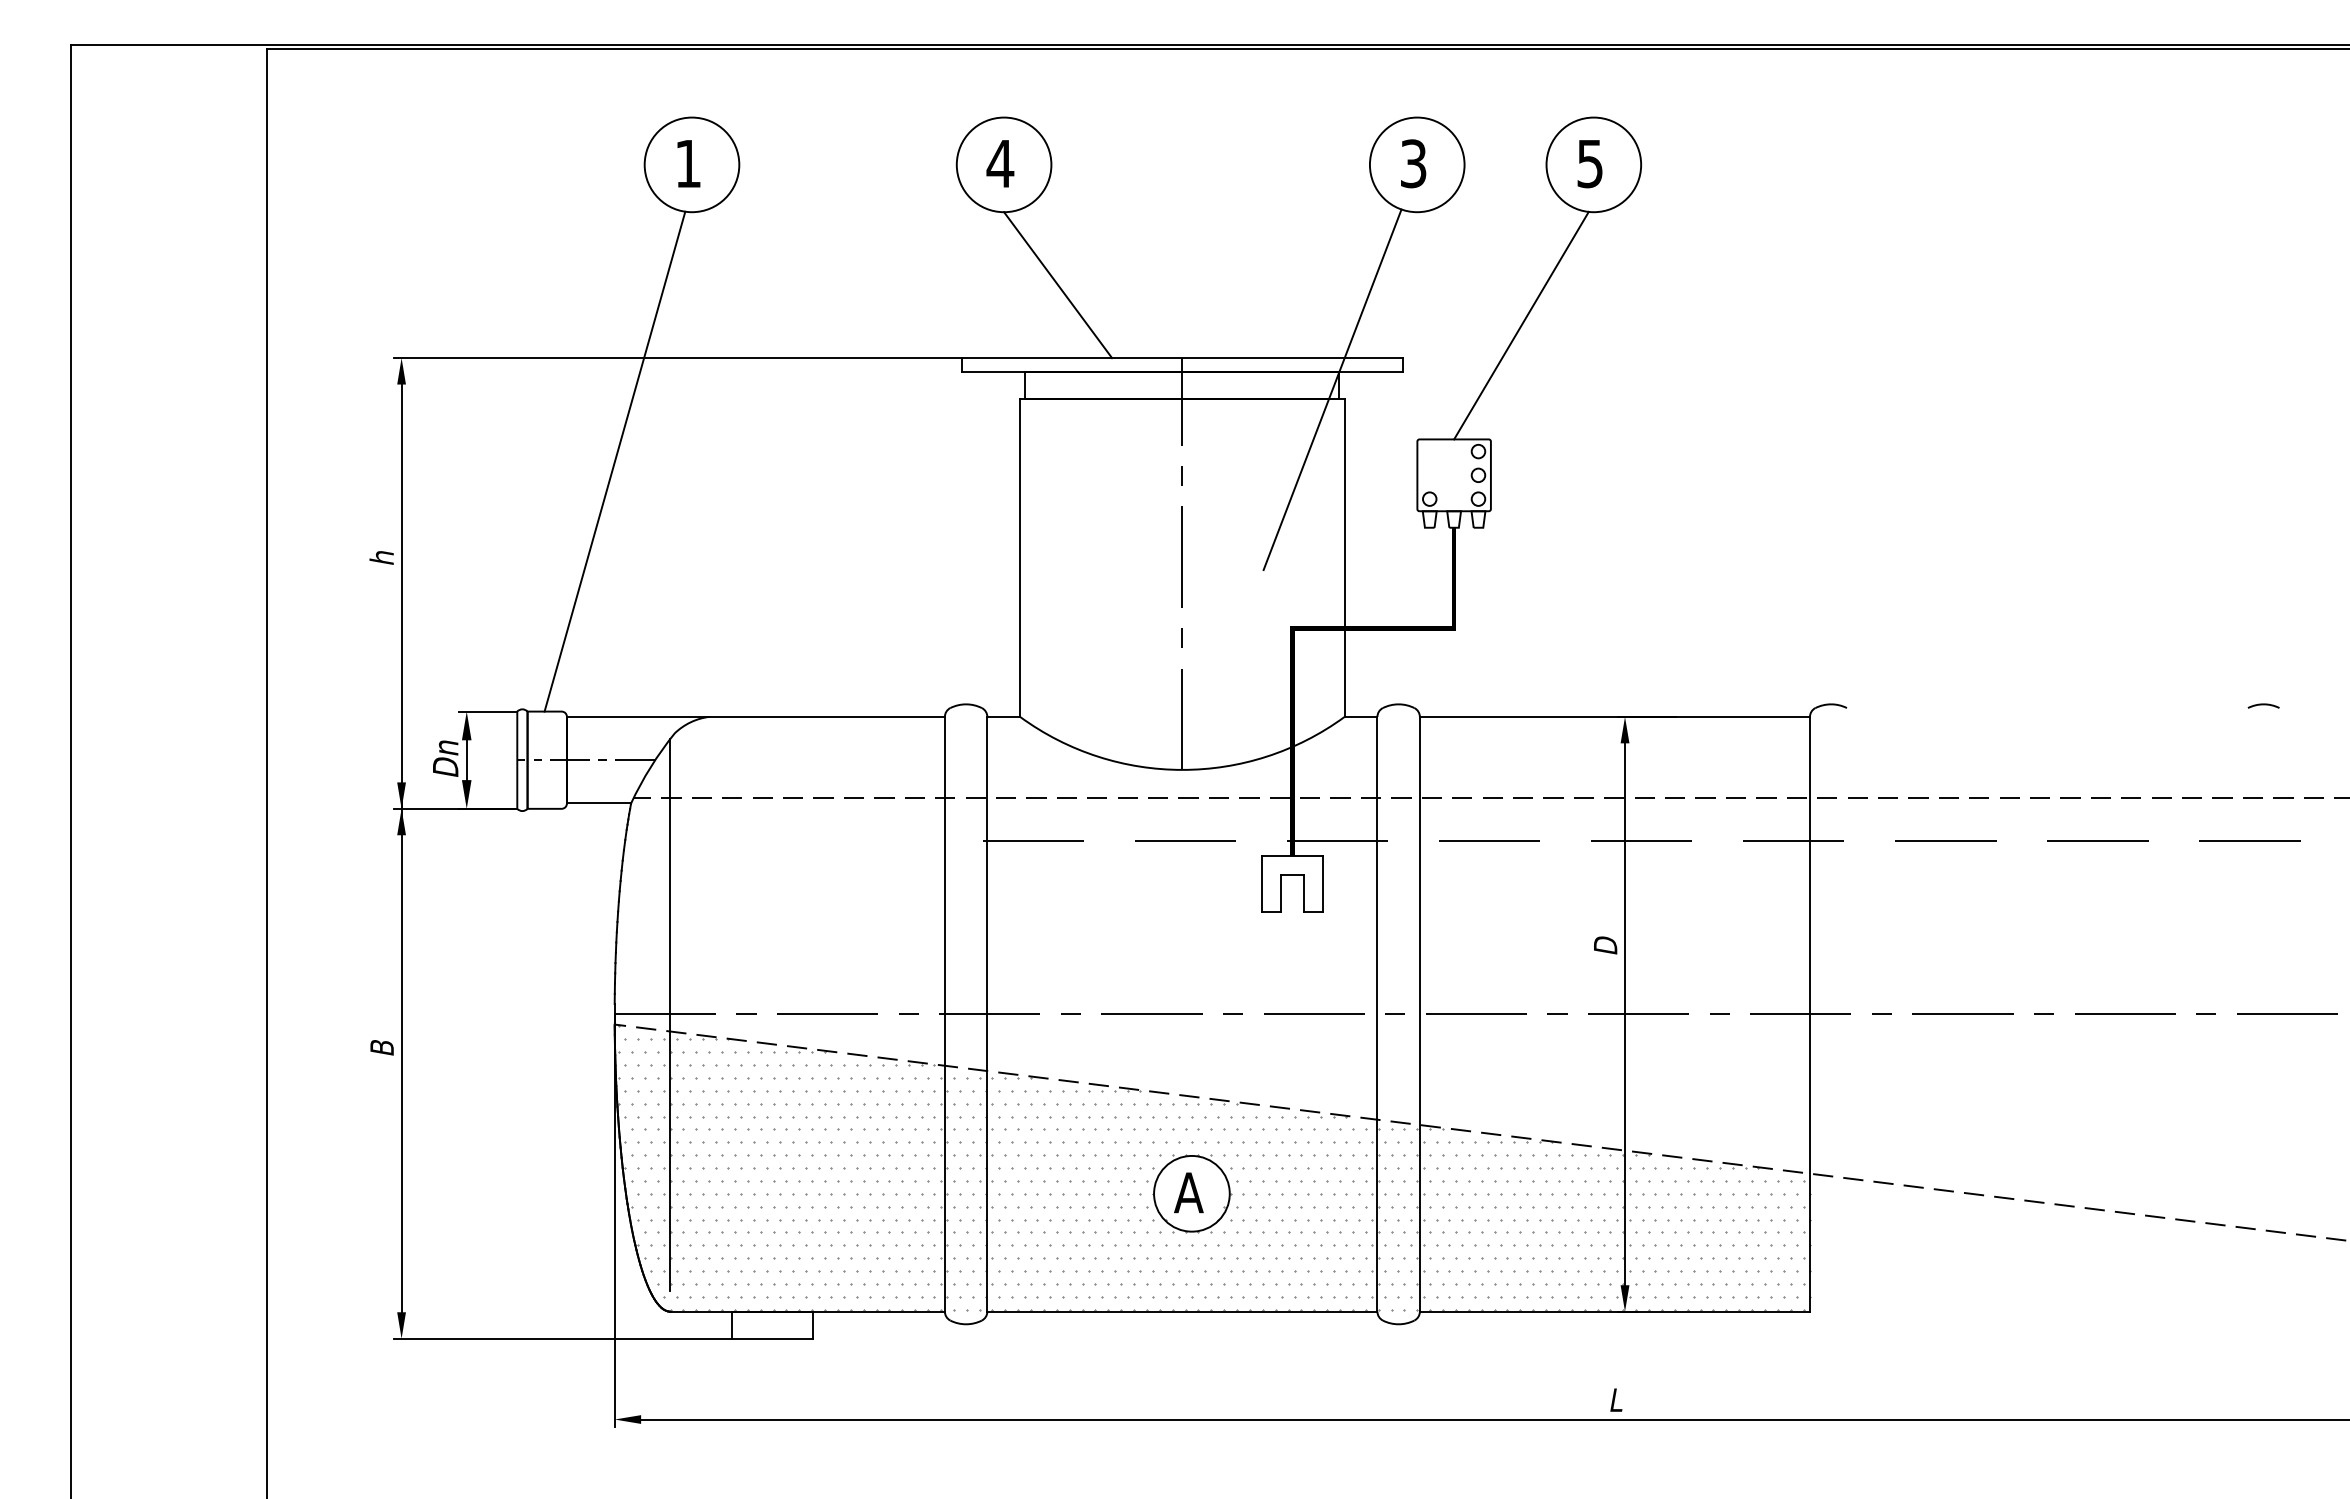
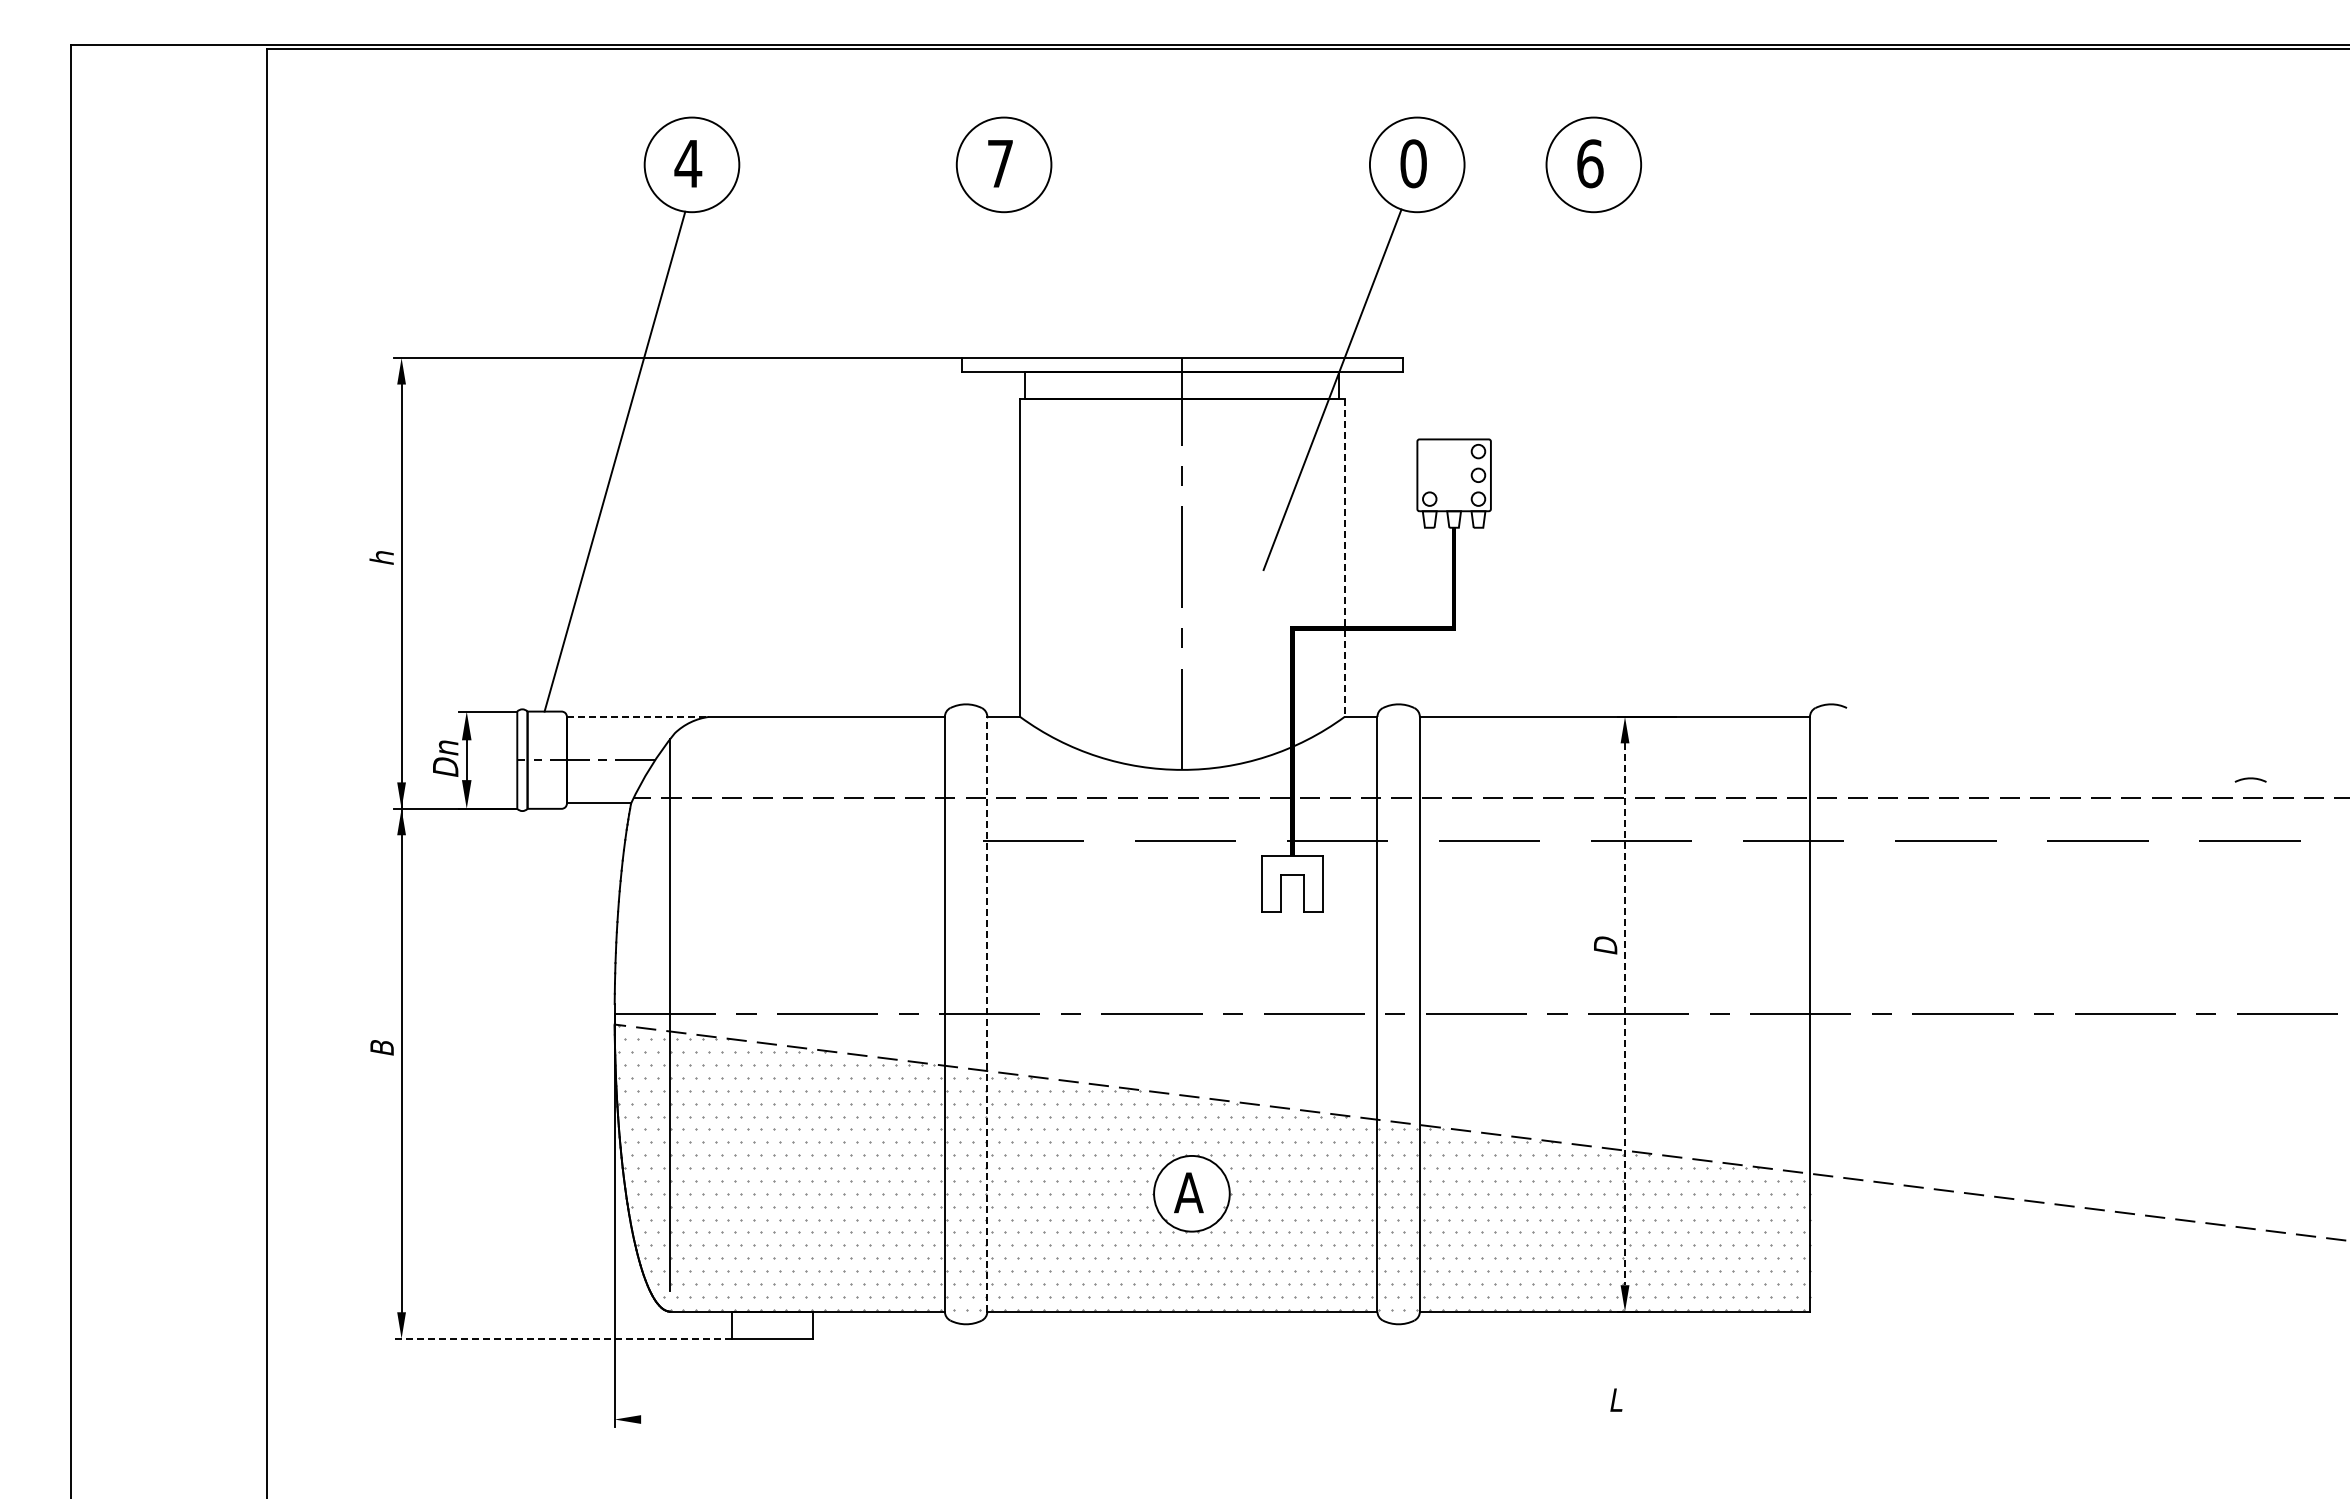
text at (688, 163): 1 -> 4
text at (1000, 163): 4 -> 7
text at (1413, 163): 3 -> 0
text at (1590, 163): 5 -> 6
line at (1058, 285): present -> none
line at (1521, 325): present -> none
line at (1344, 558): solid -> dashed
arc at (2263, 705) position: (2263, 705) -> (2250, 779)
line at (638, 716): solid -> dashed
line at (987, 1013): solid -> dashed
line at (1625, 1014): solid -> dashed
line at (562, 1338): solid -> dashed
line at (1493, 1419): present -> none
